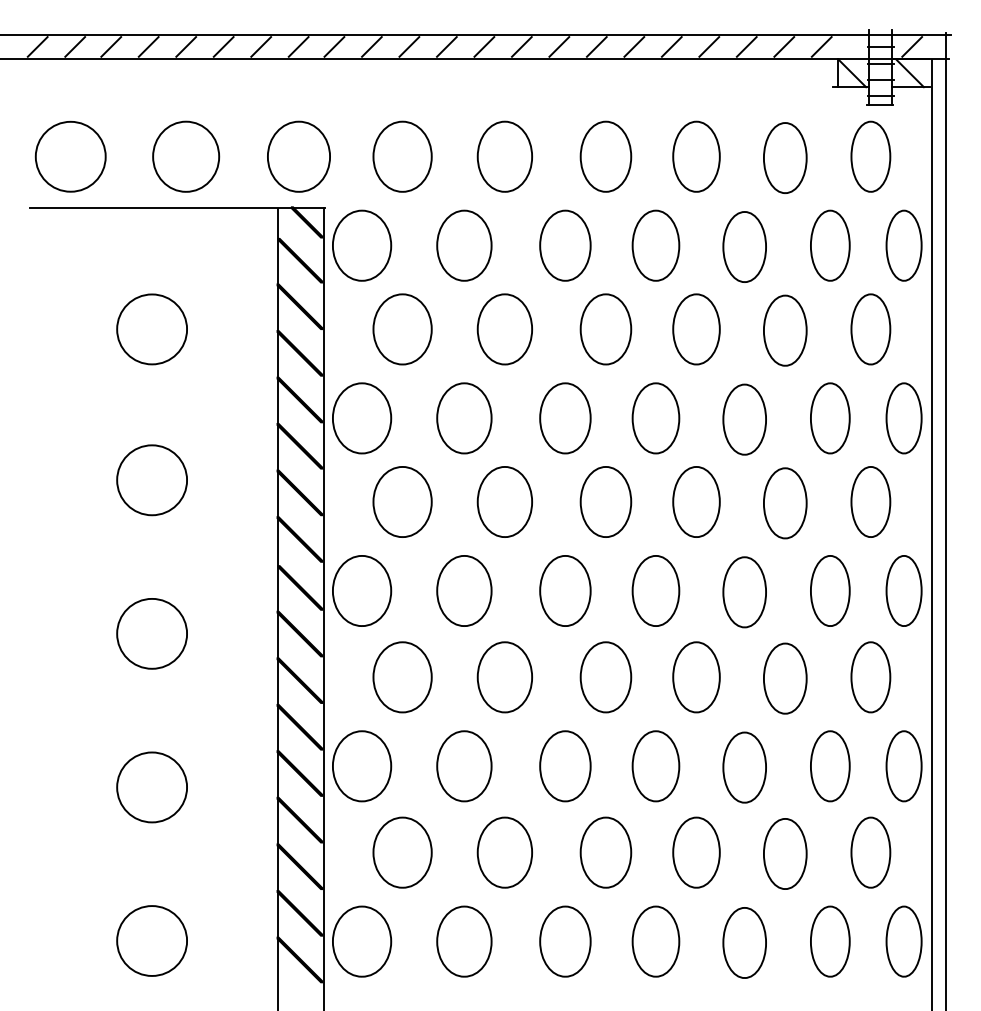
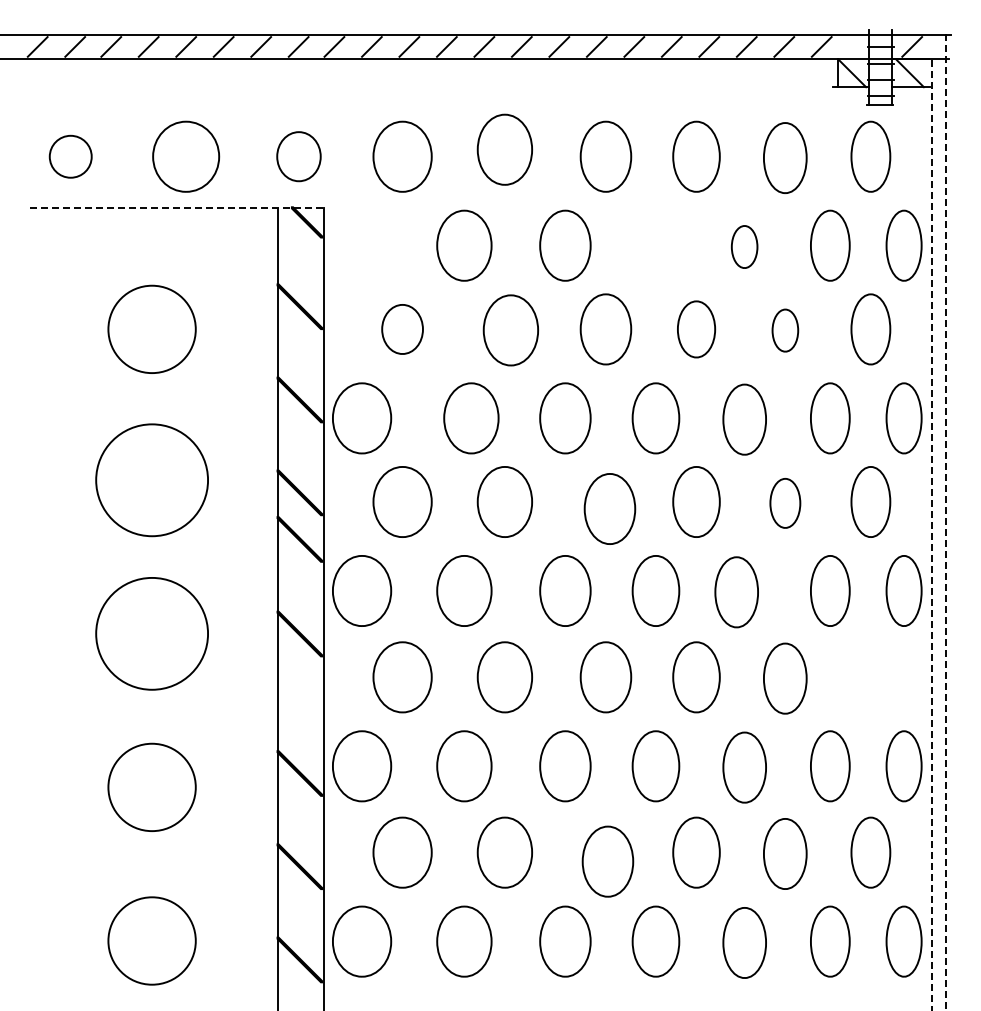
circle at (70, 156) diameter: 70 px -> 42 px
part at (298, 156) size: 64x73 px -> 46x52 px
part at (504, 156) position: (504, 156) -> (504, 149)
line at (177, 208): solid -> dashed
part at (362, 245): present -> none
part at (655, 245): present -> none
part at (744, 246) size: 45x72 px -> 29x44 px
fill at (300, 260): present -> none
circle at (152, 329) diameter: 70 px -> 87 px
part at (402, 329) size: 61x73 px -> 43x51 px
part at (504, 329) position: (504, 329) -> (510, 330)
part at (696, 329) size: 49x73 px -> 40x59 px
part at (785, 330) size: 45x73 px -> 29x45 px
fill at (299, 353): present -> none
part at (464, 418) position: (464, 418) -> (471, 418)
fill at (299, 445): present -> none
circle at (152, 480) diameter: 70 px -> 112 px
part at (605, 501) position: (605, 501) -> (609, 508)
part at (785, 503) size: 45x73 px -> 33x51 px
line at (946, 522): solid -> dashed
line at (932, 535): solid -> dashed
fill at (300, 587): present -> none
part at (744, 592) position: (744, 592) -> (736, 592)
circle at (152, 633) diameter: 70 px -> 112 px
part at (870, 677): present -> none
fill at (299, 680): present -> none
fill at (299, 726): present -> none
circle at (152, 787) diameter: 70 px -> 87 px
fill at (299, 819): present -> none
part at (605, 852) position: (605, 852) -> (607, 861)
fill at (299, 913): present -> none
circle at (152, 940) diameter: 70 px -> 87 px
